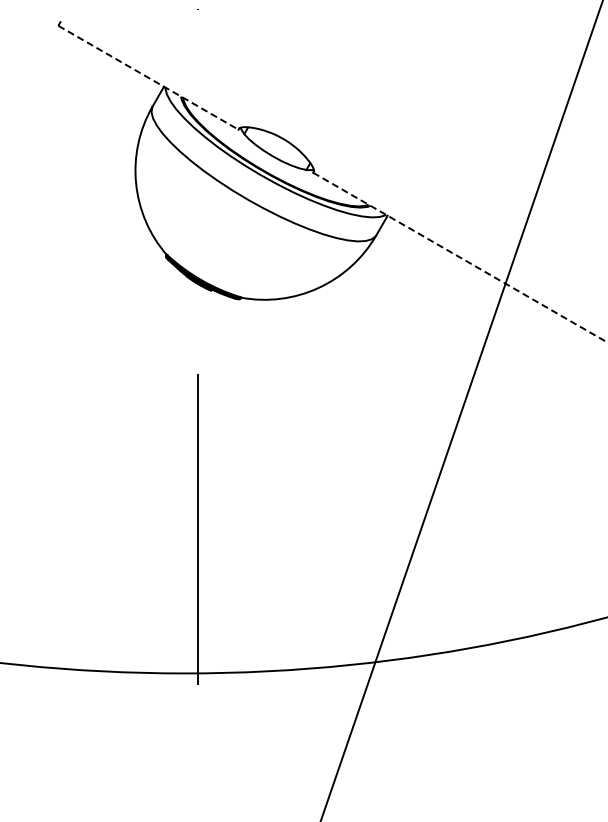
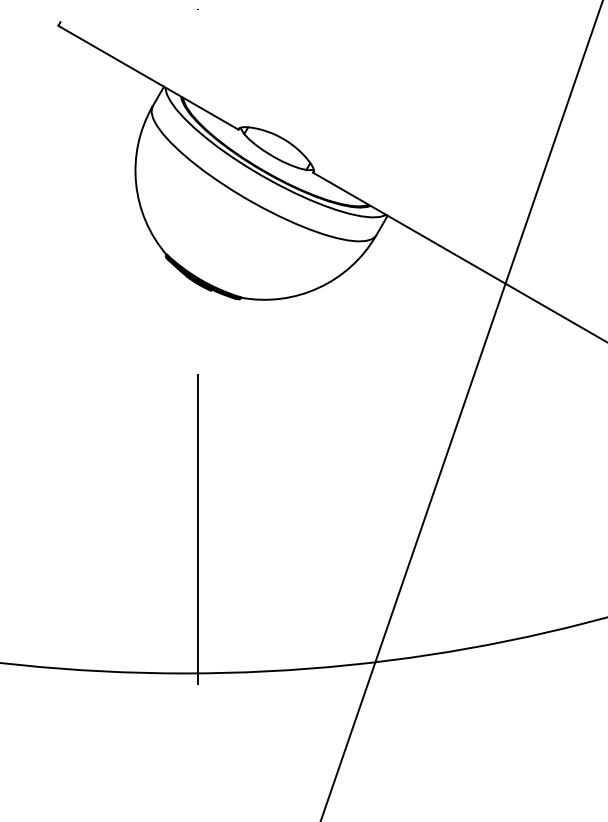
line at (148, 77): dashed -> solid
line at (460, 257): dashed -> solid
